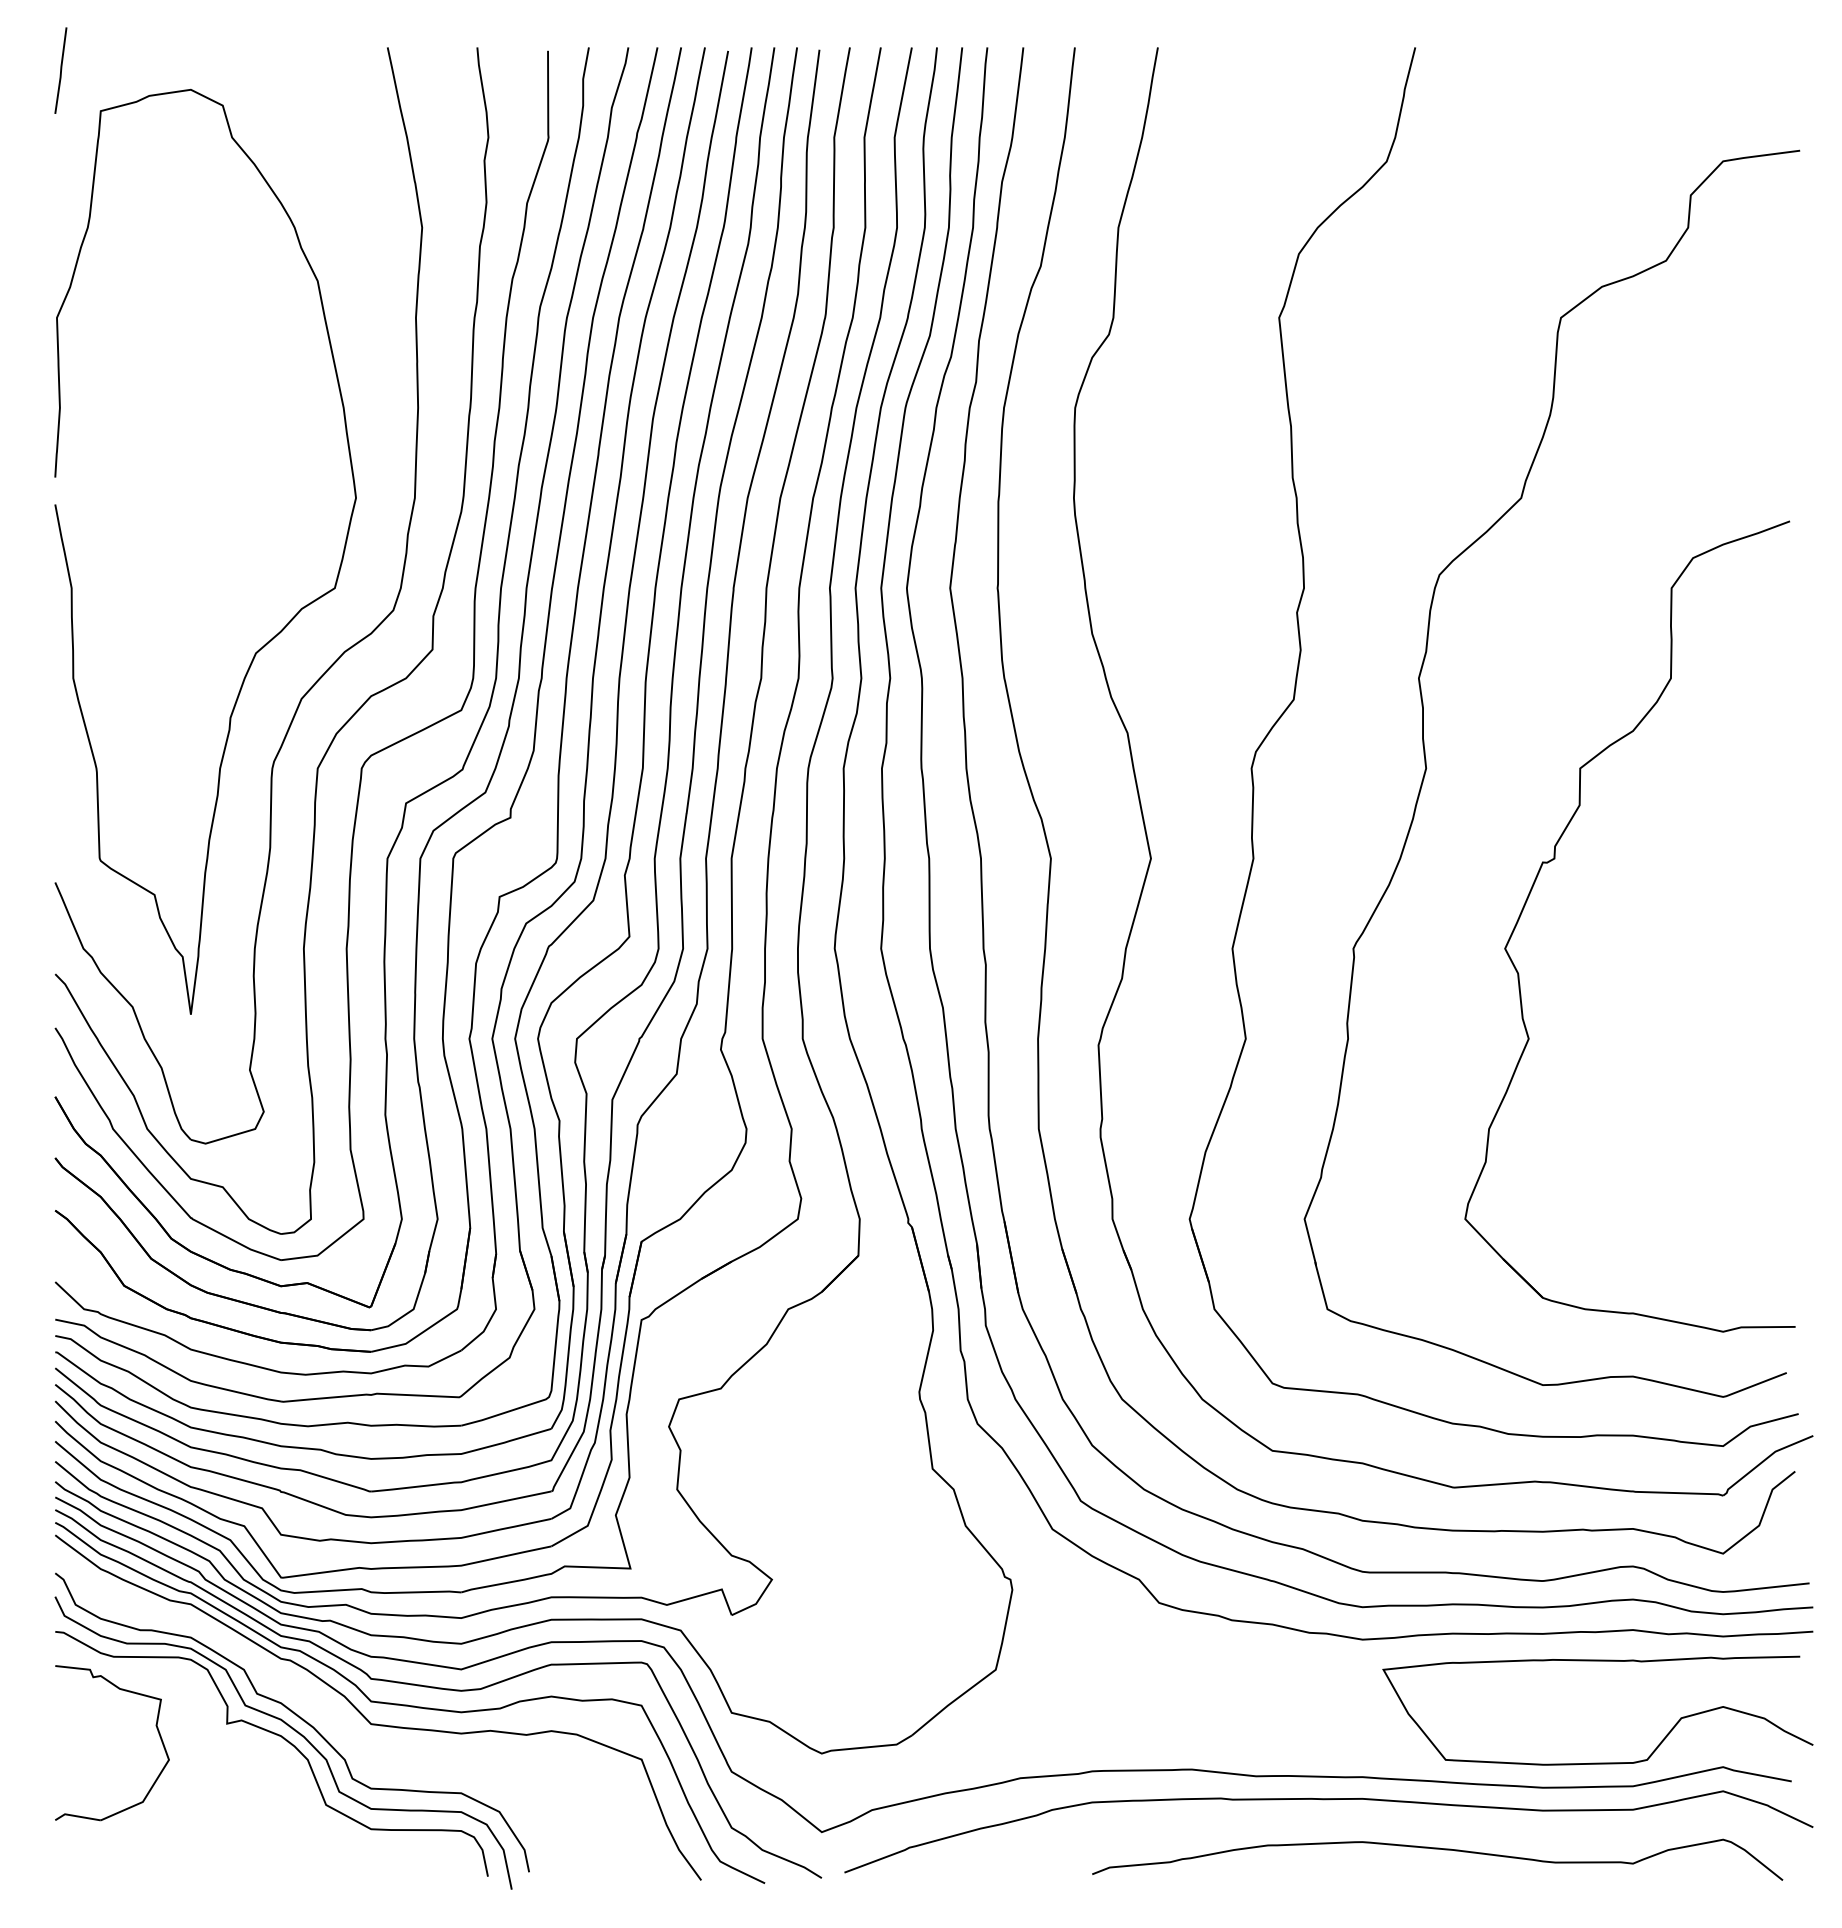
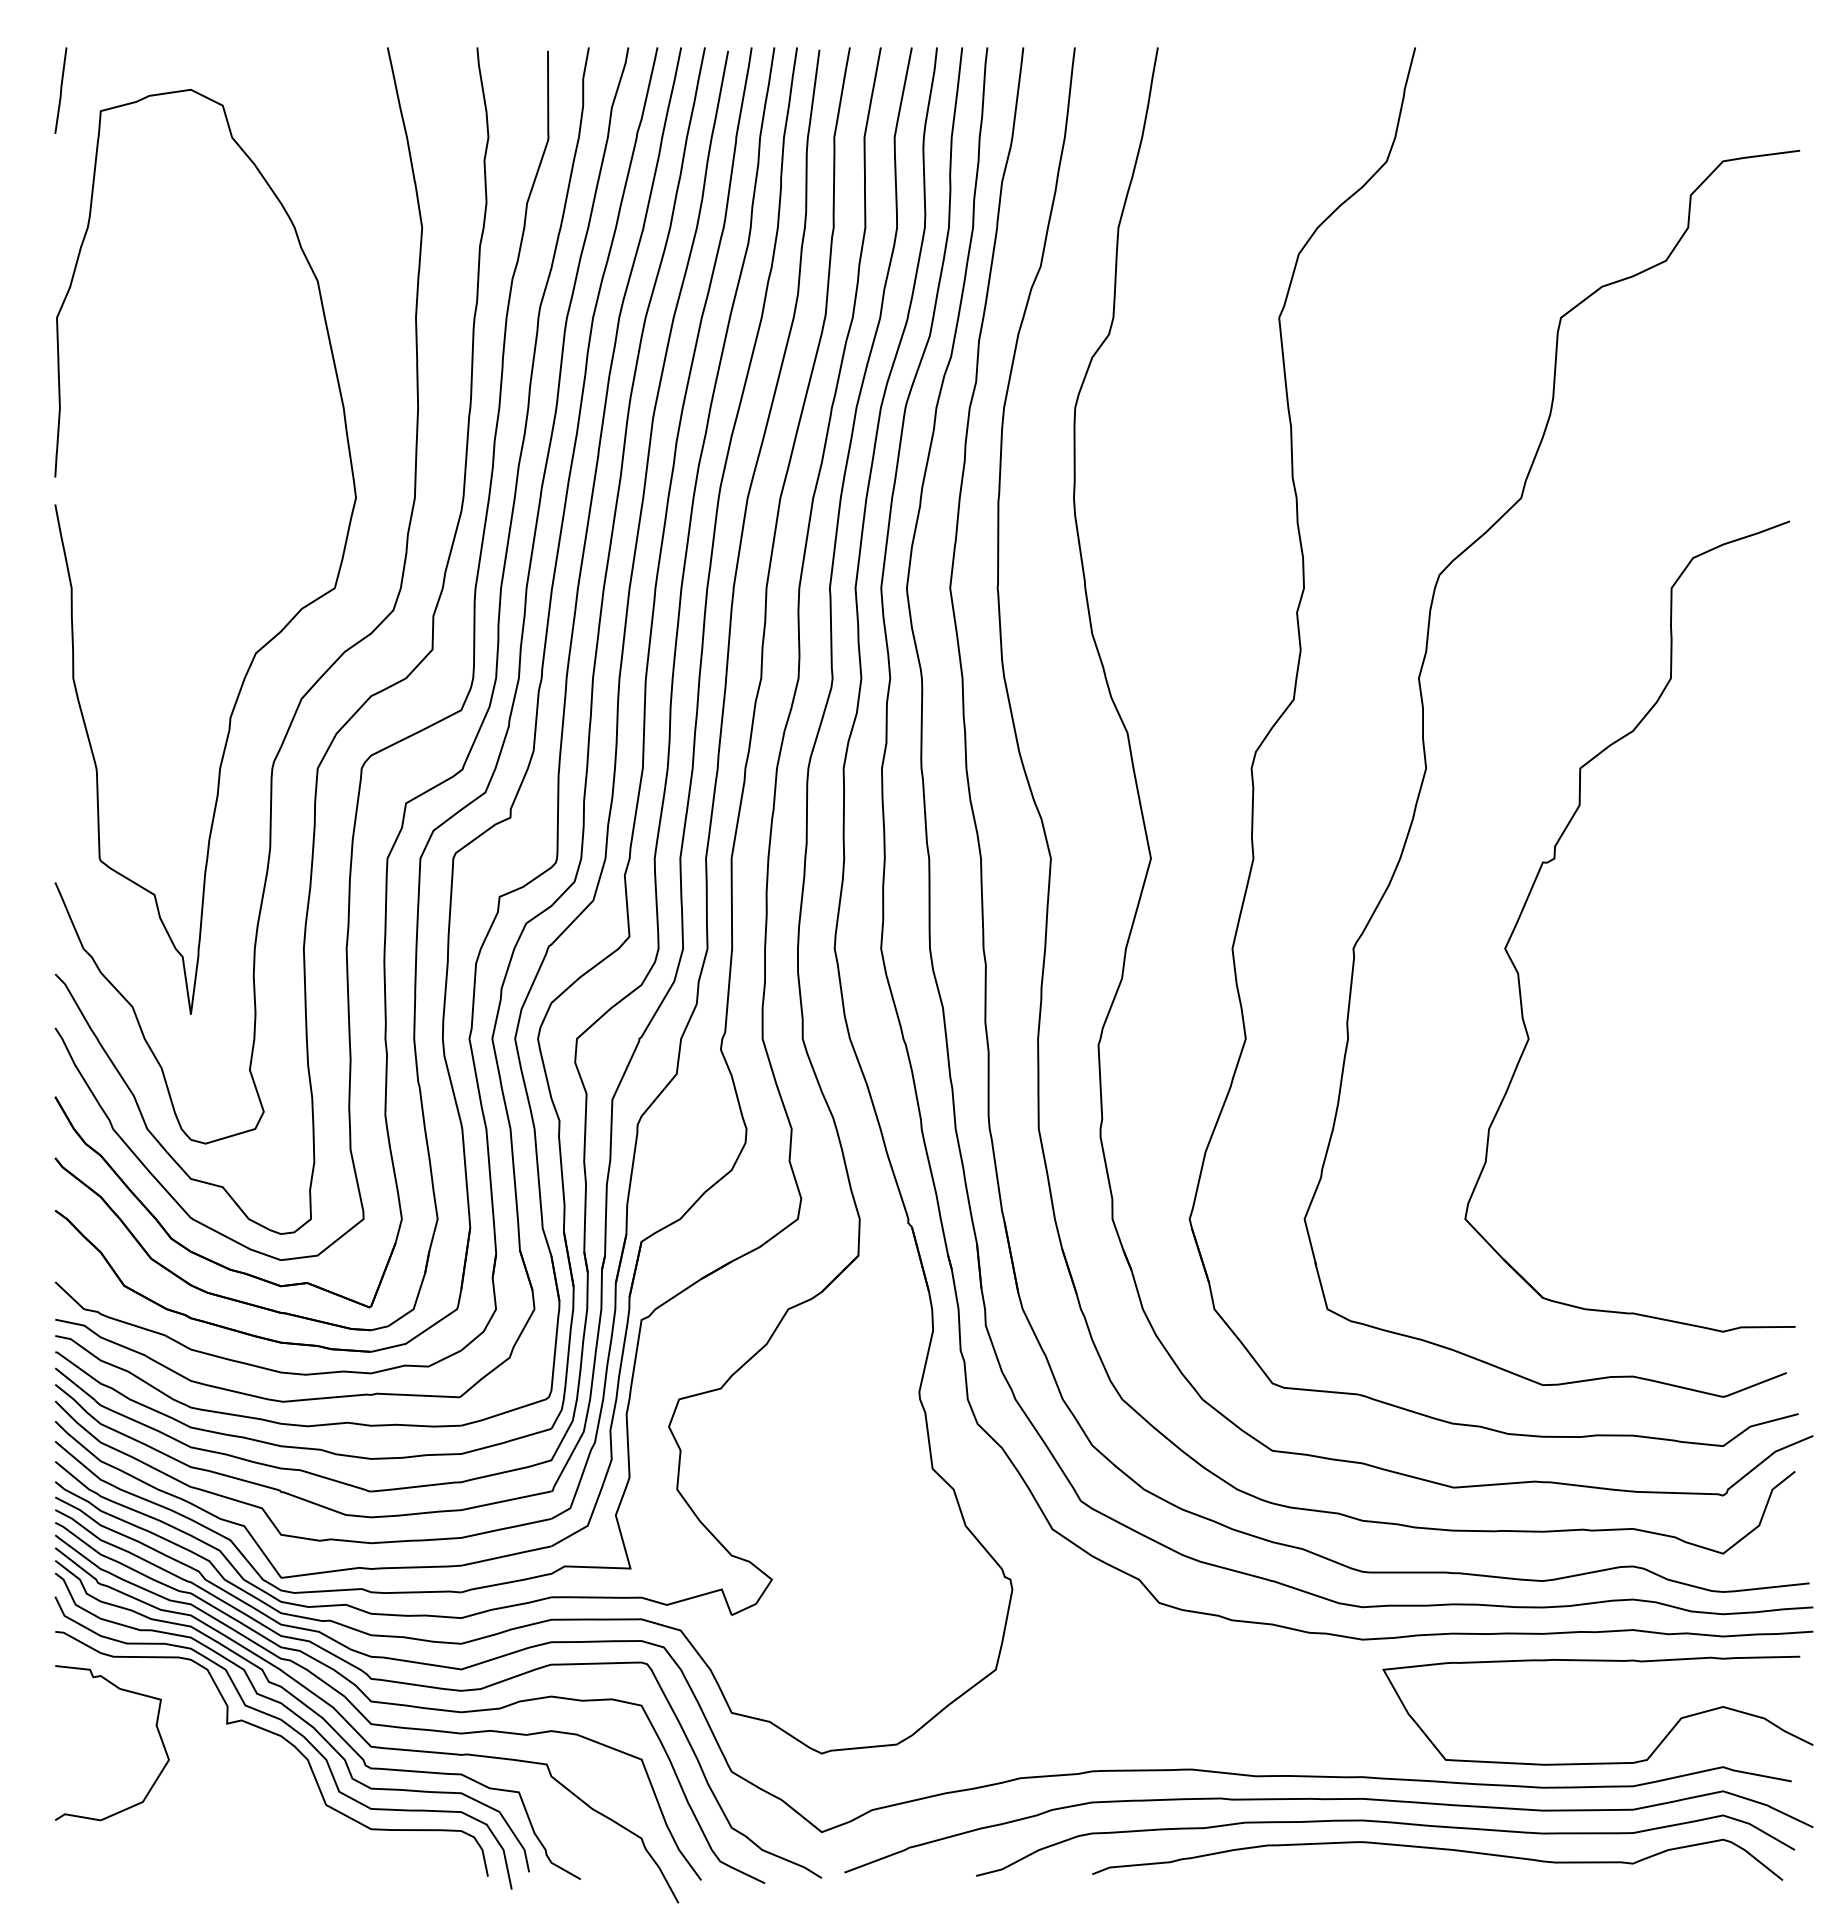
line at (60, 70) position: (60, 70) -> (60, 90)
part at (359, 1733): none -> present
curve at (1387, 1823): none -> present
